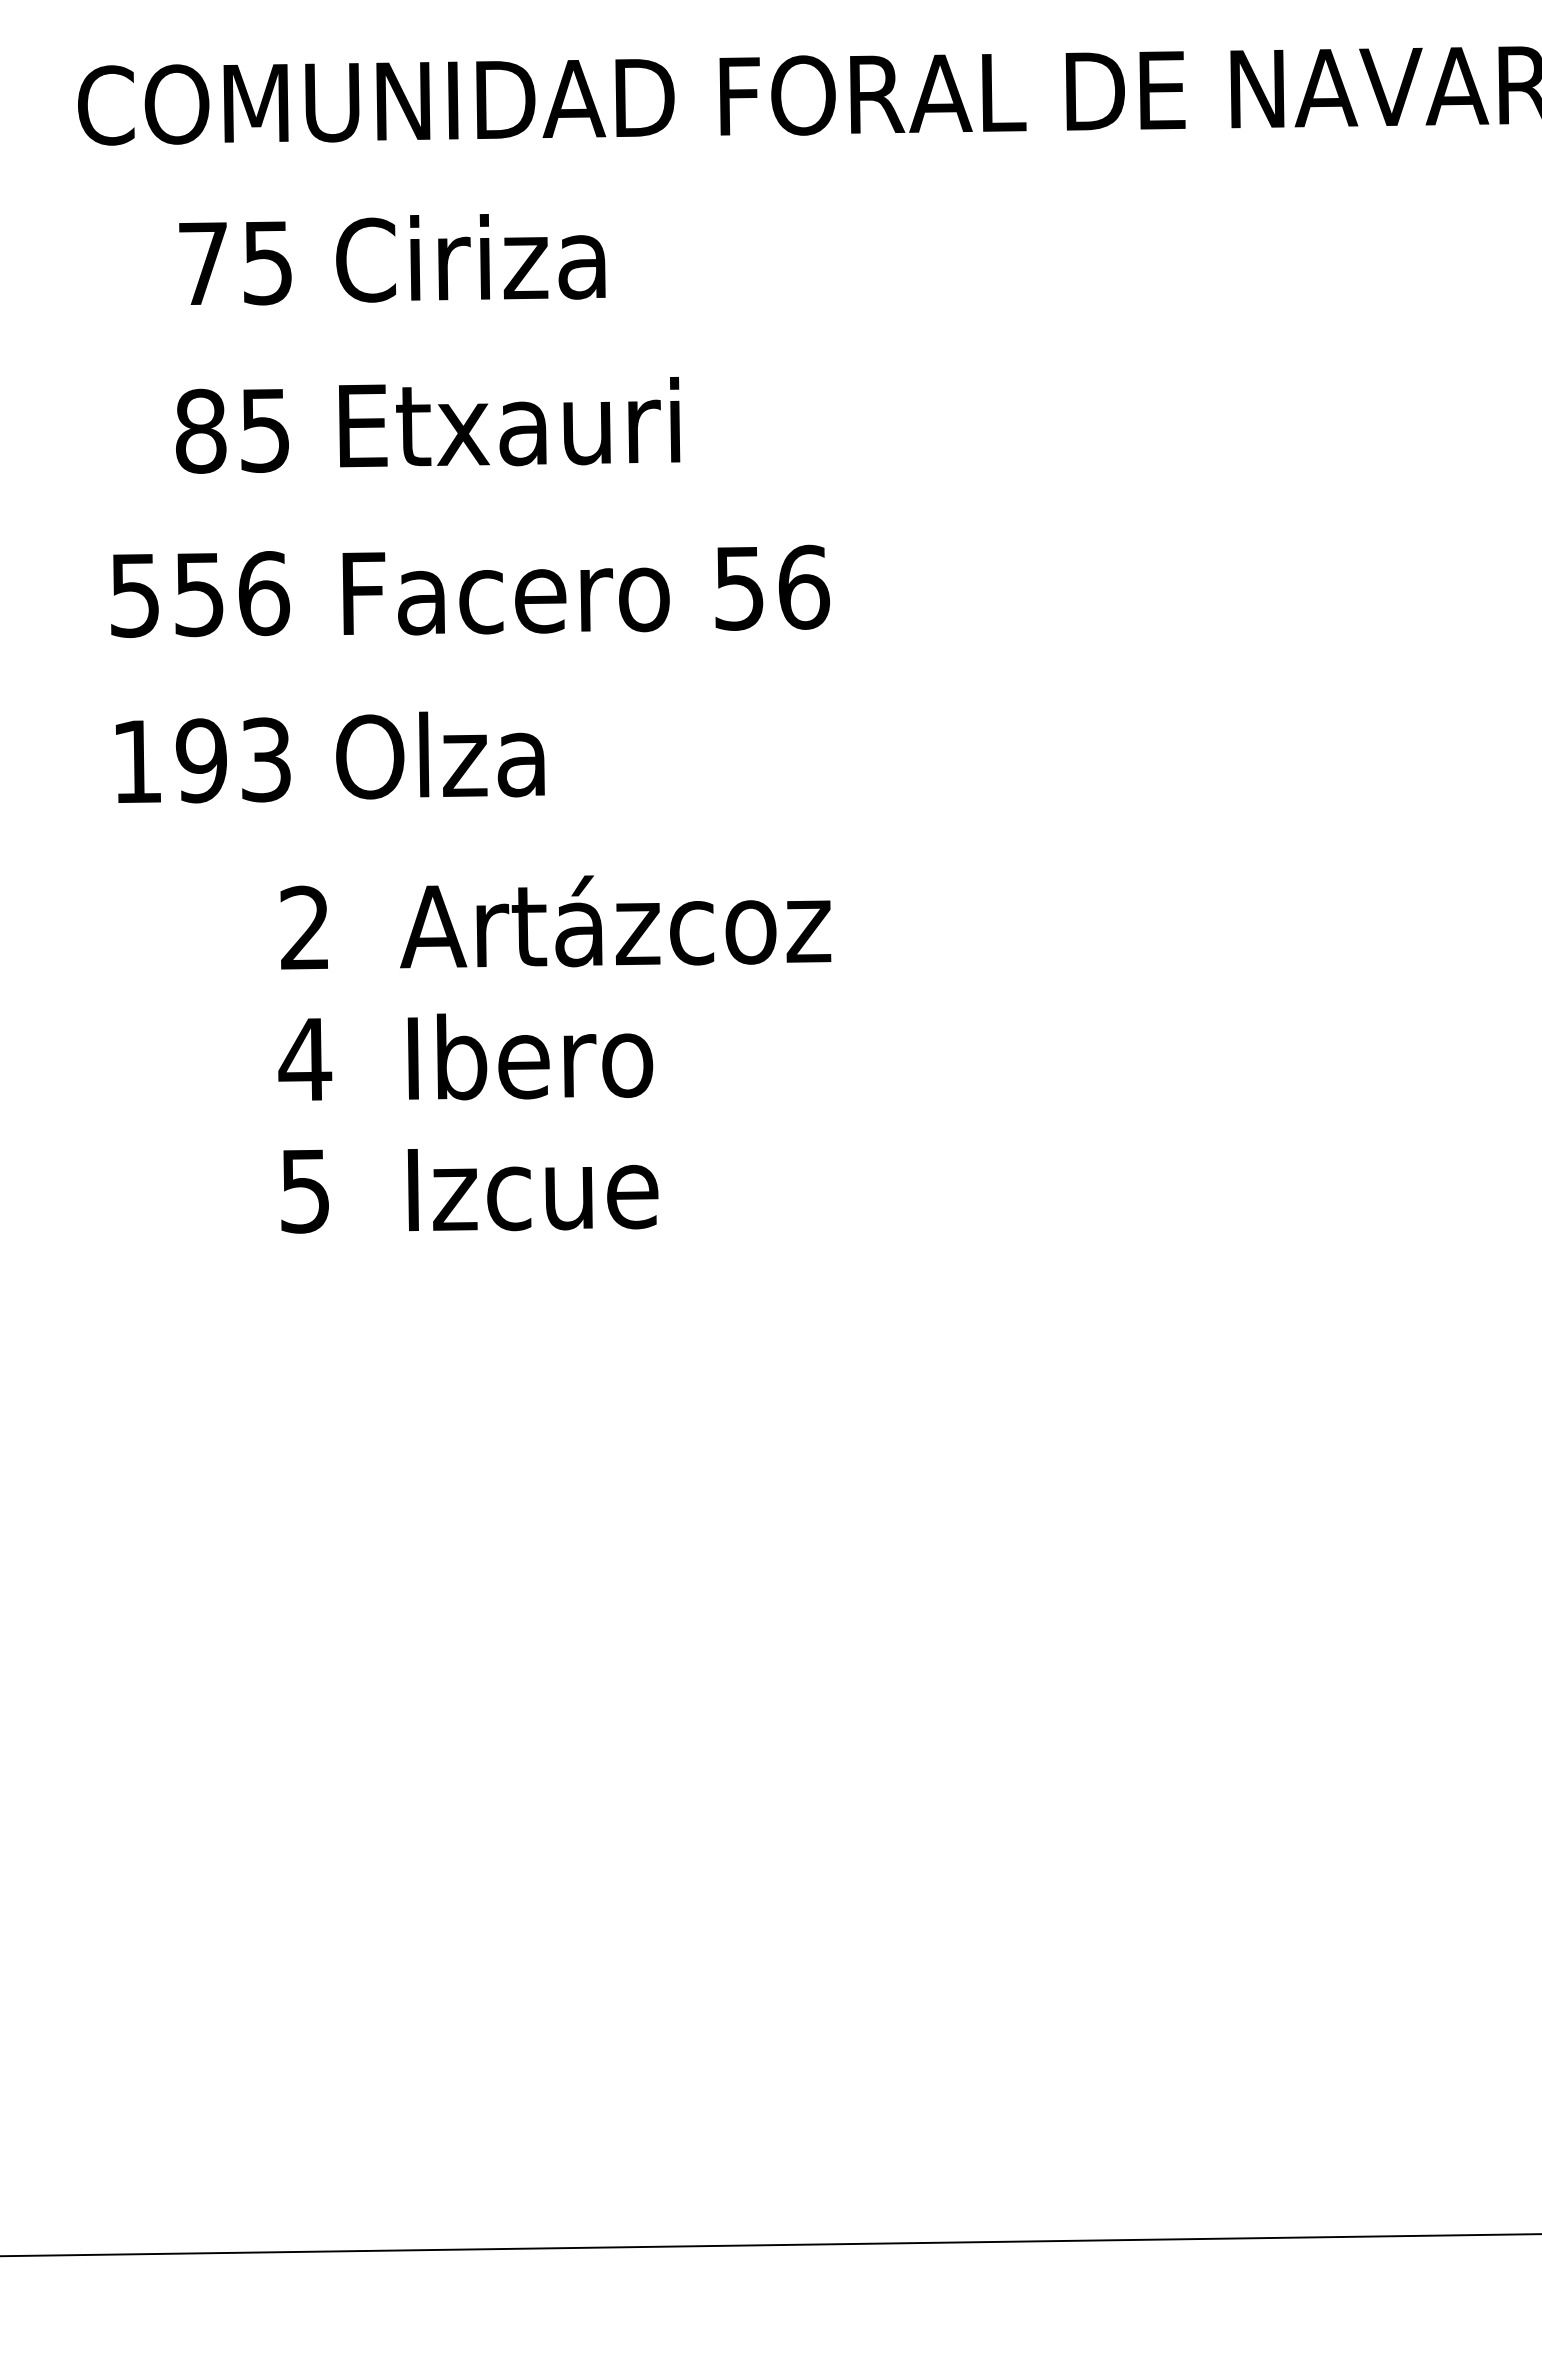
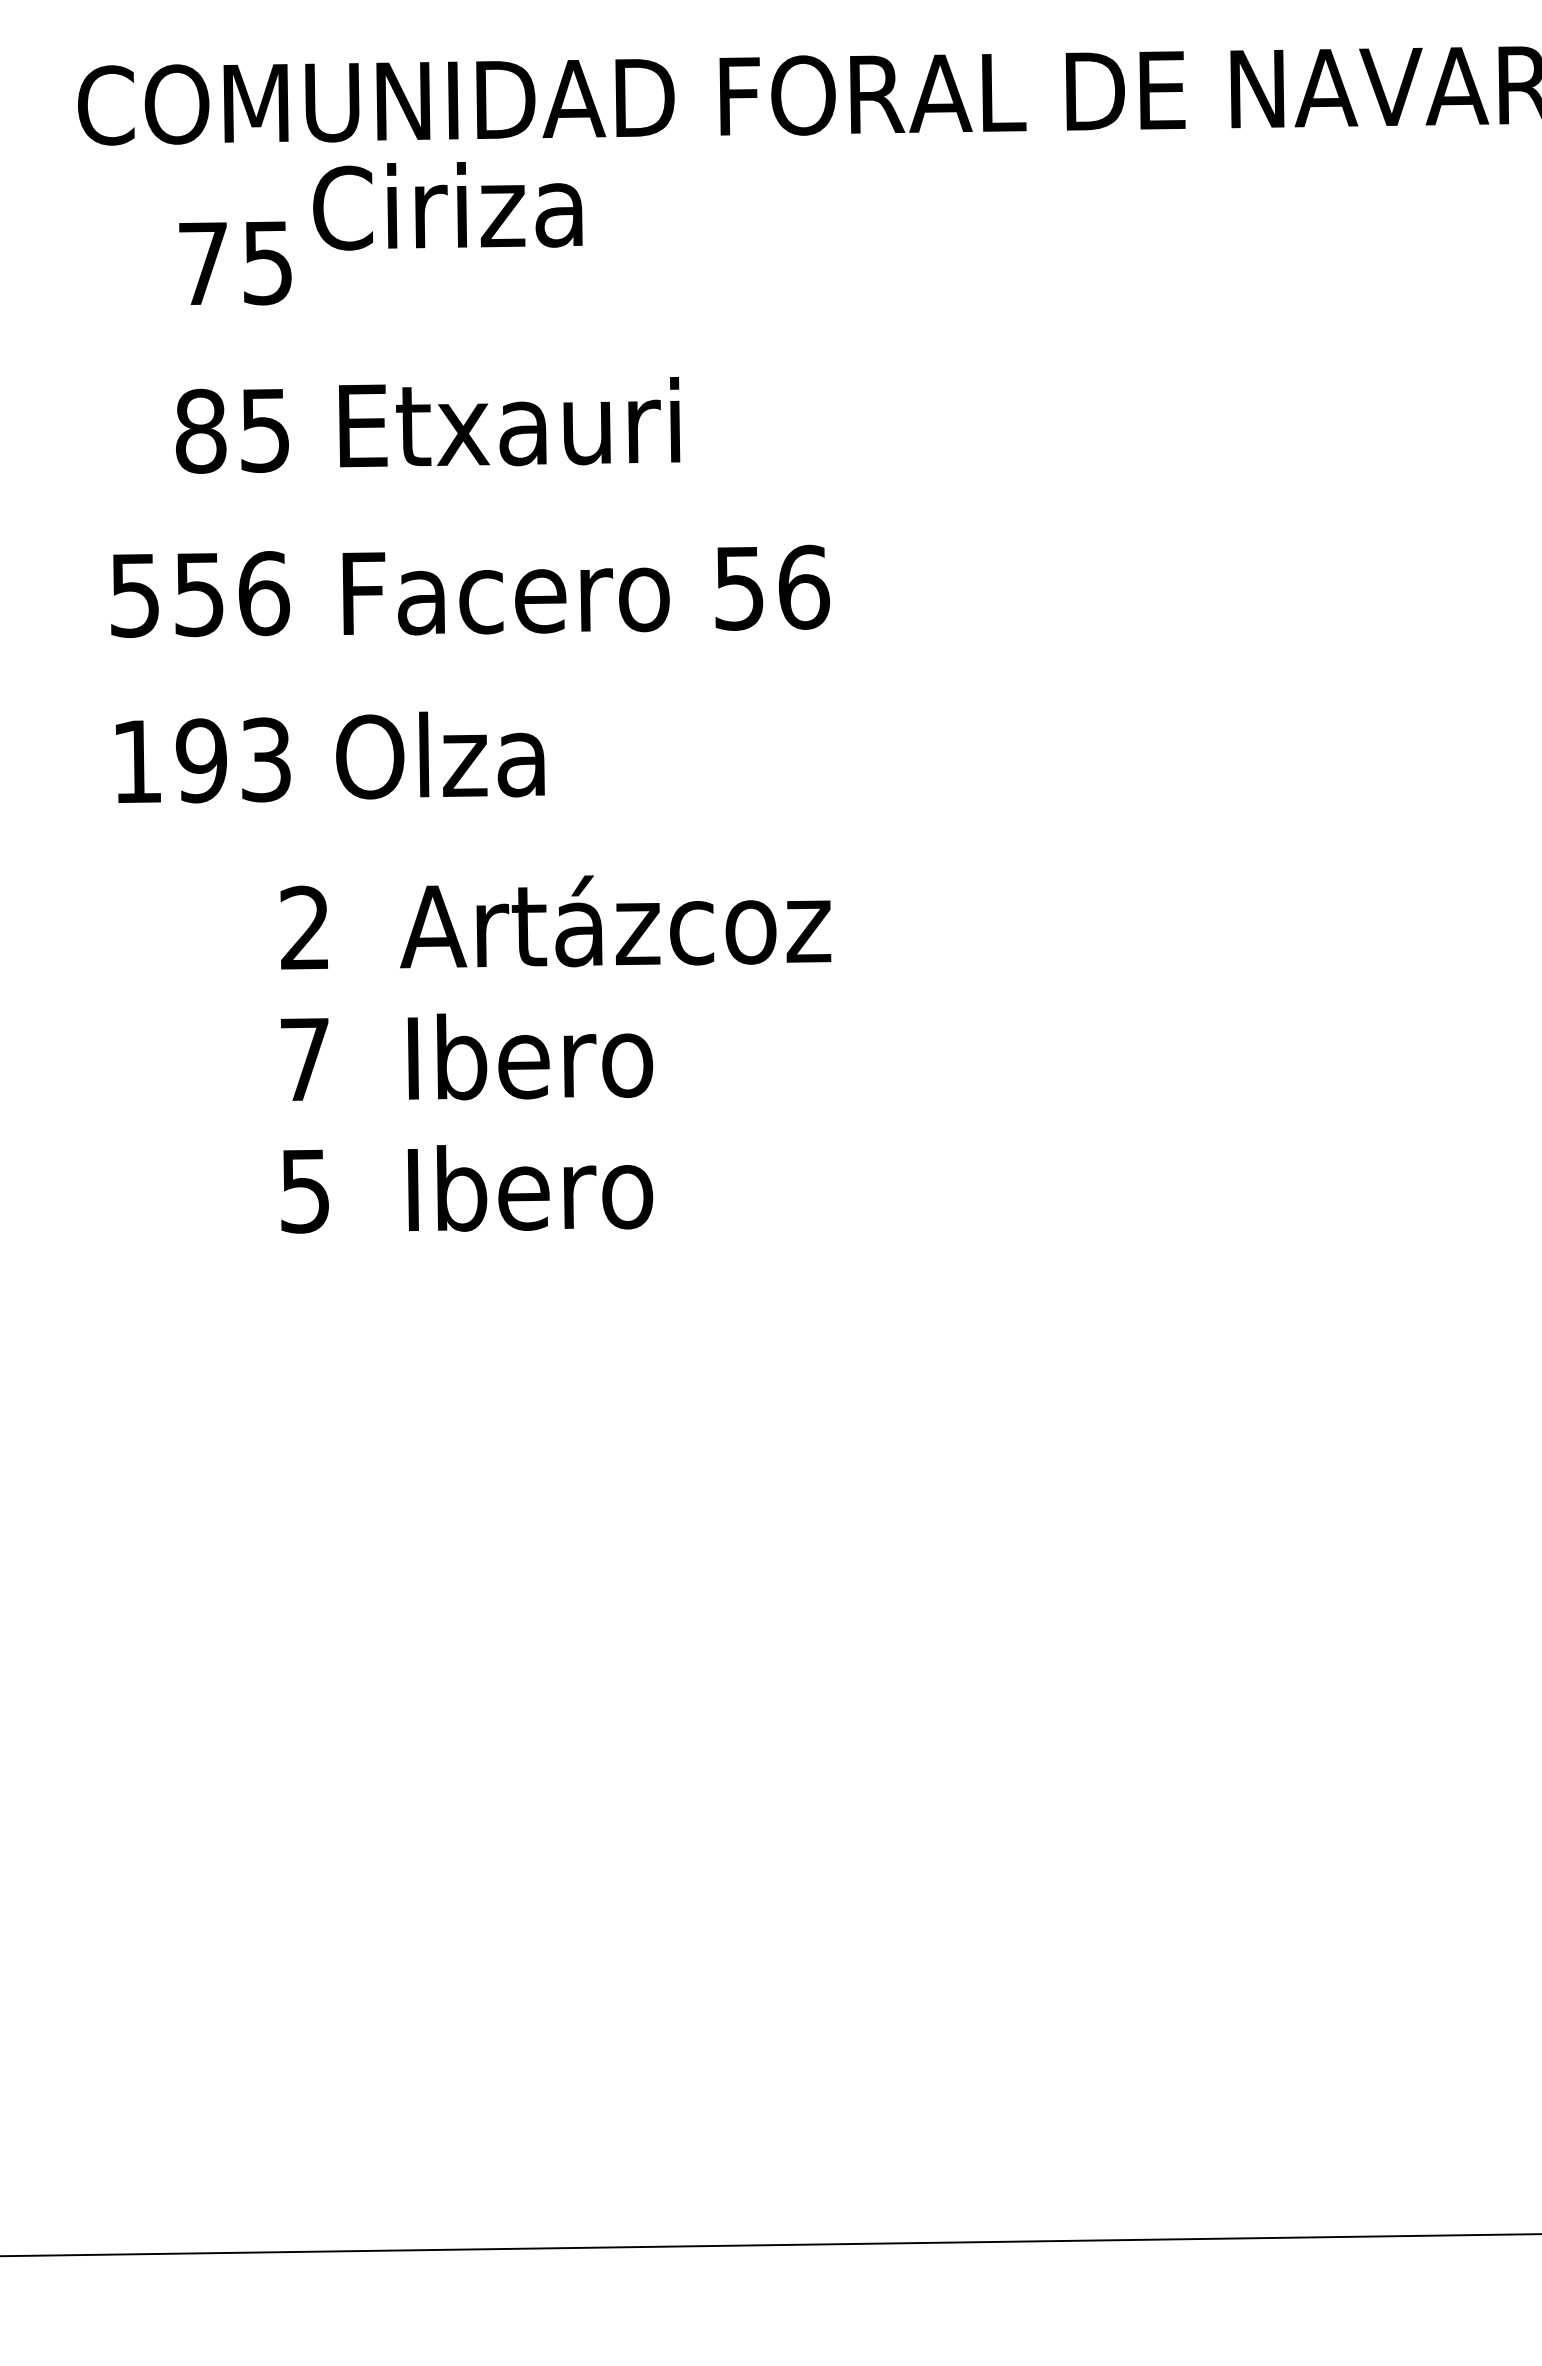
text at (470, 258) position: (470, 258) -> (447, 206)
text at (305, 1059): 4 -> 7
text at (545, 1188): Izcue -> Ibero
